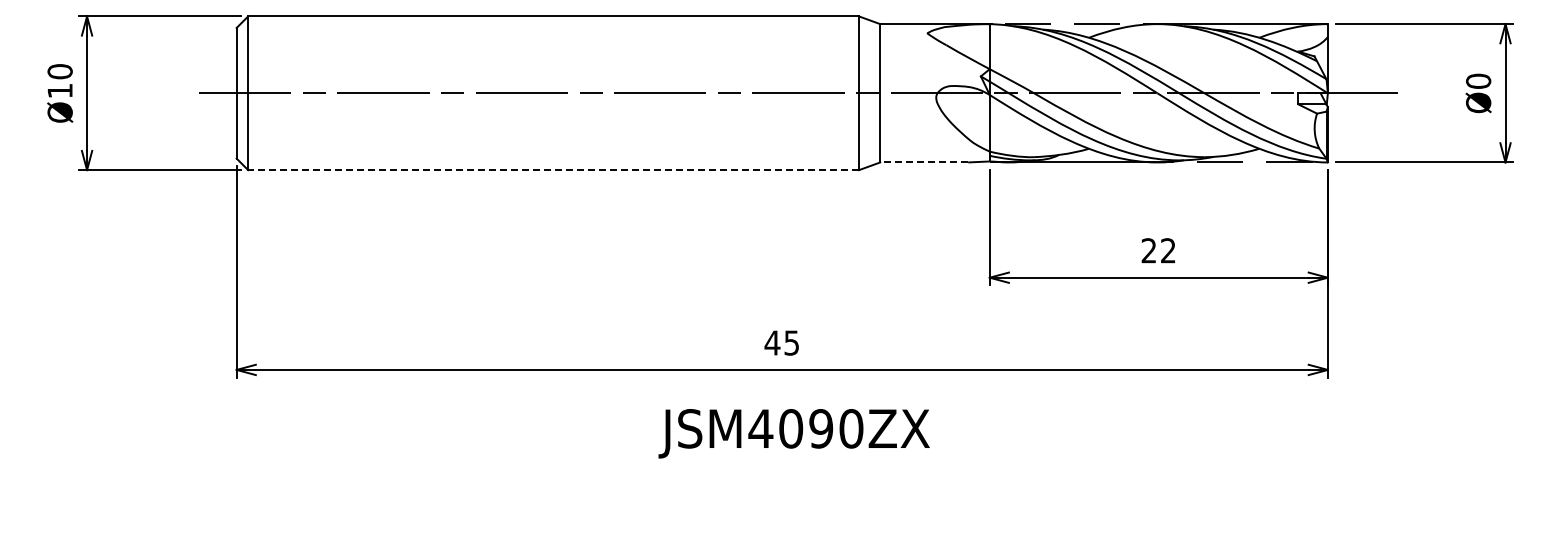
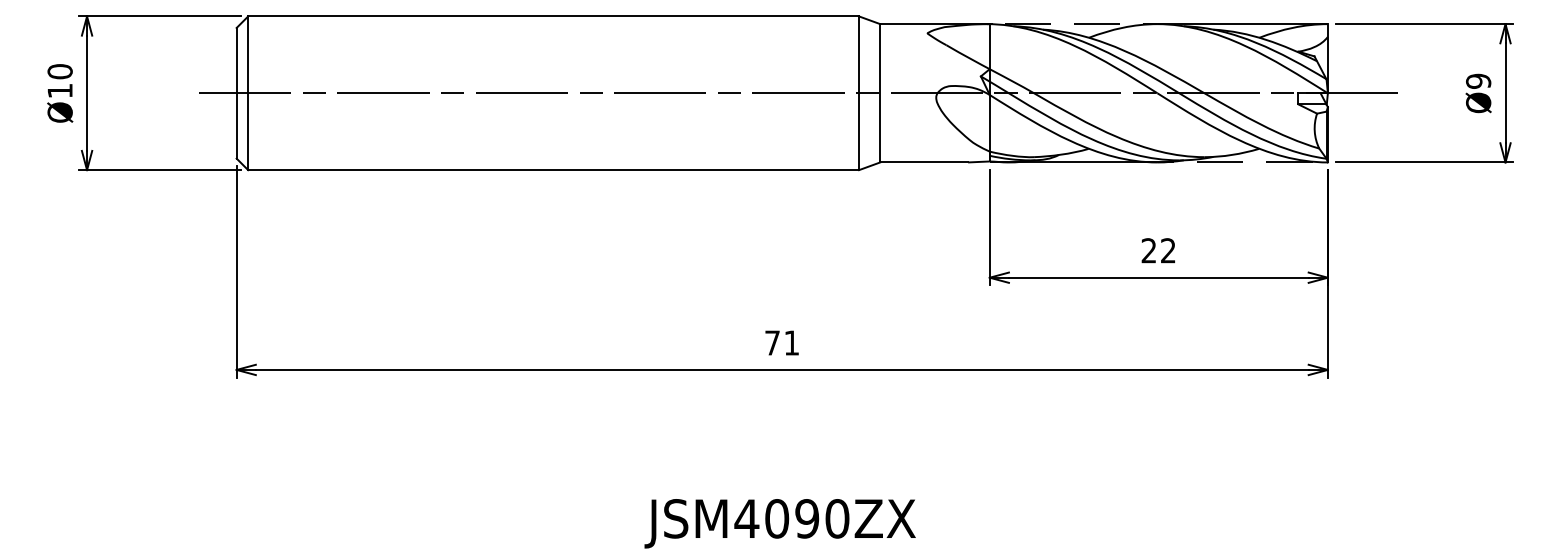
text at (1478, 80): Ø0 -> Ø9
line at (924, 162): dashed -> solid
line at (553, 170): dashed -> solid
text at (781, 342): 45 -> 71
text at (793, 433) position: (793, 433) -> (779, 523)
